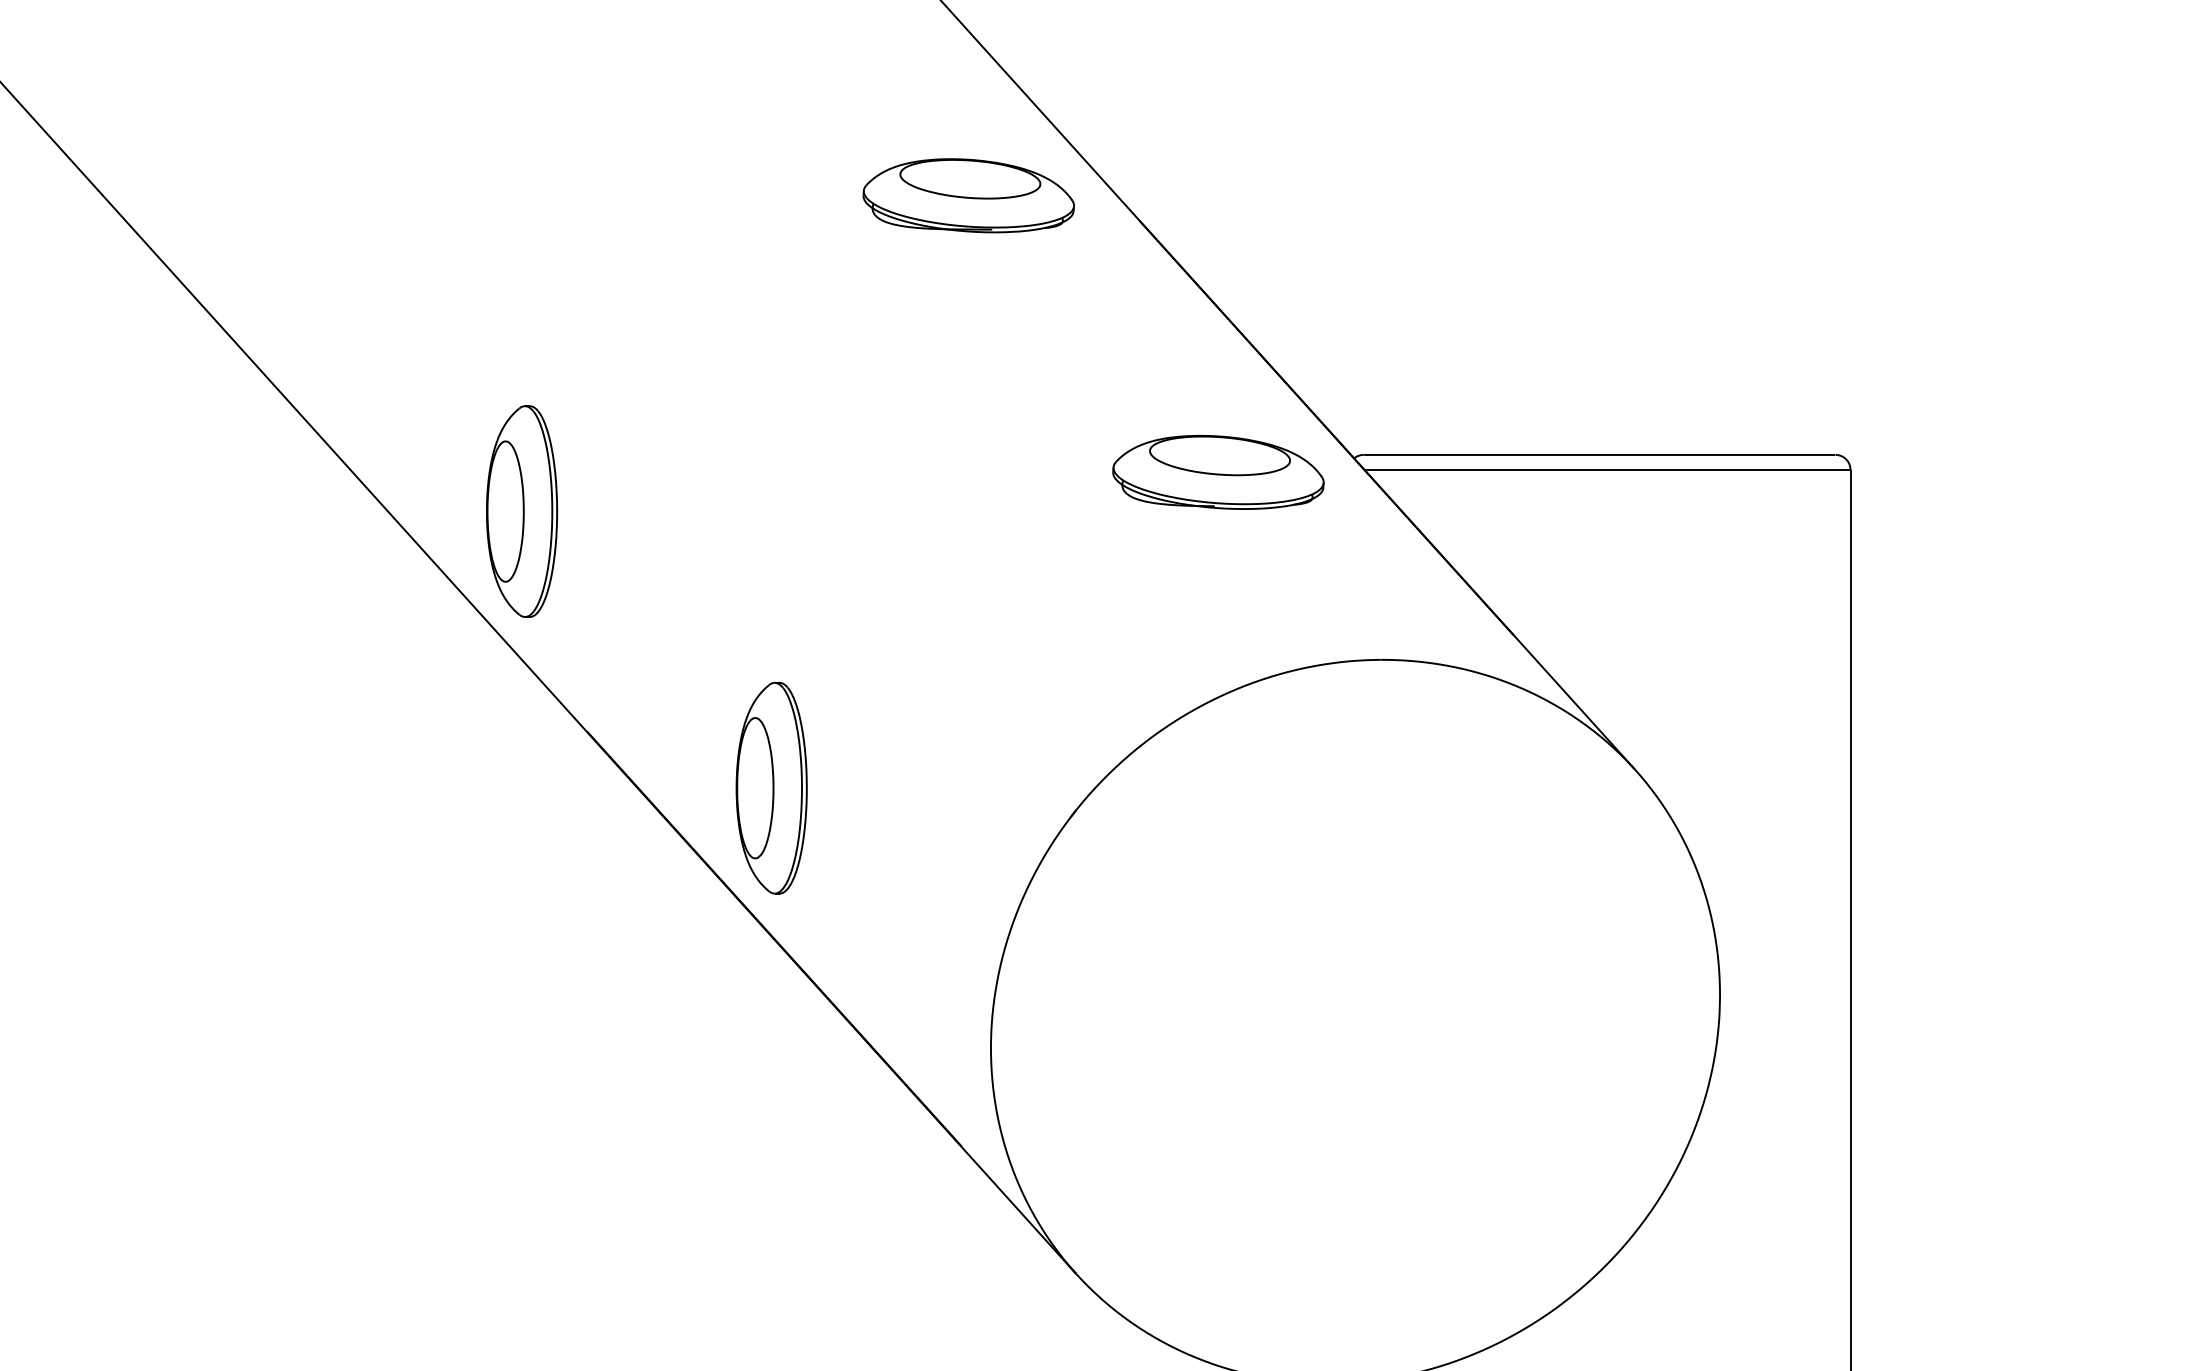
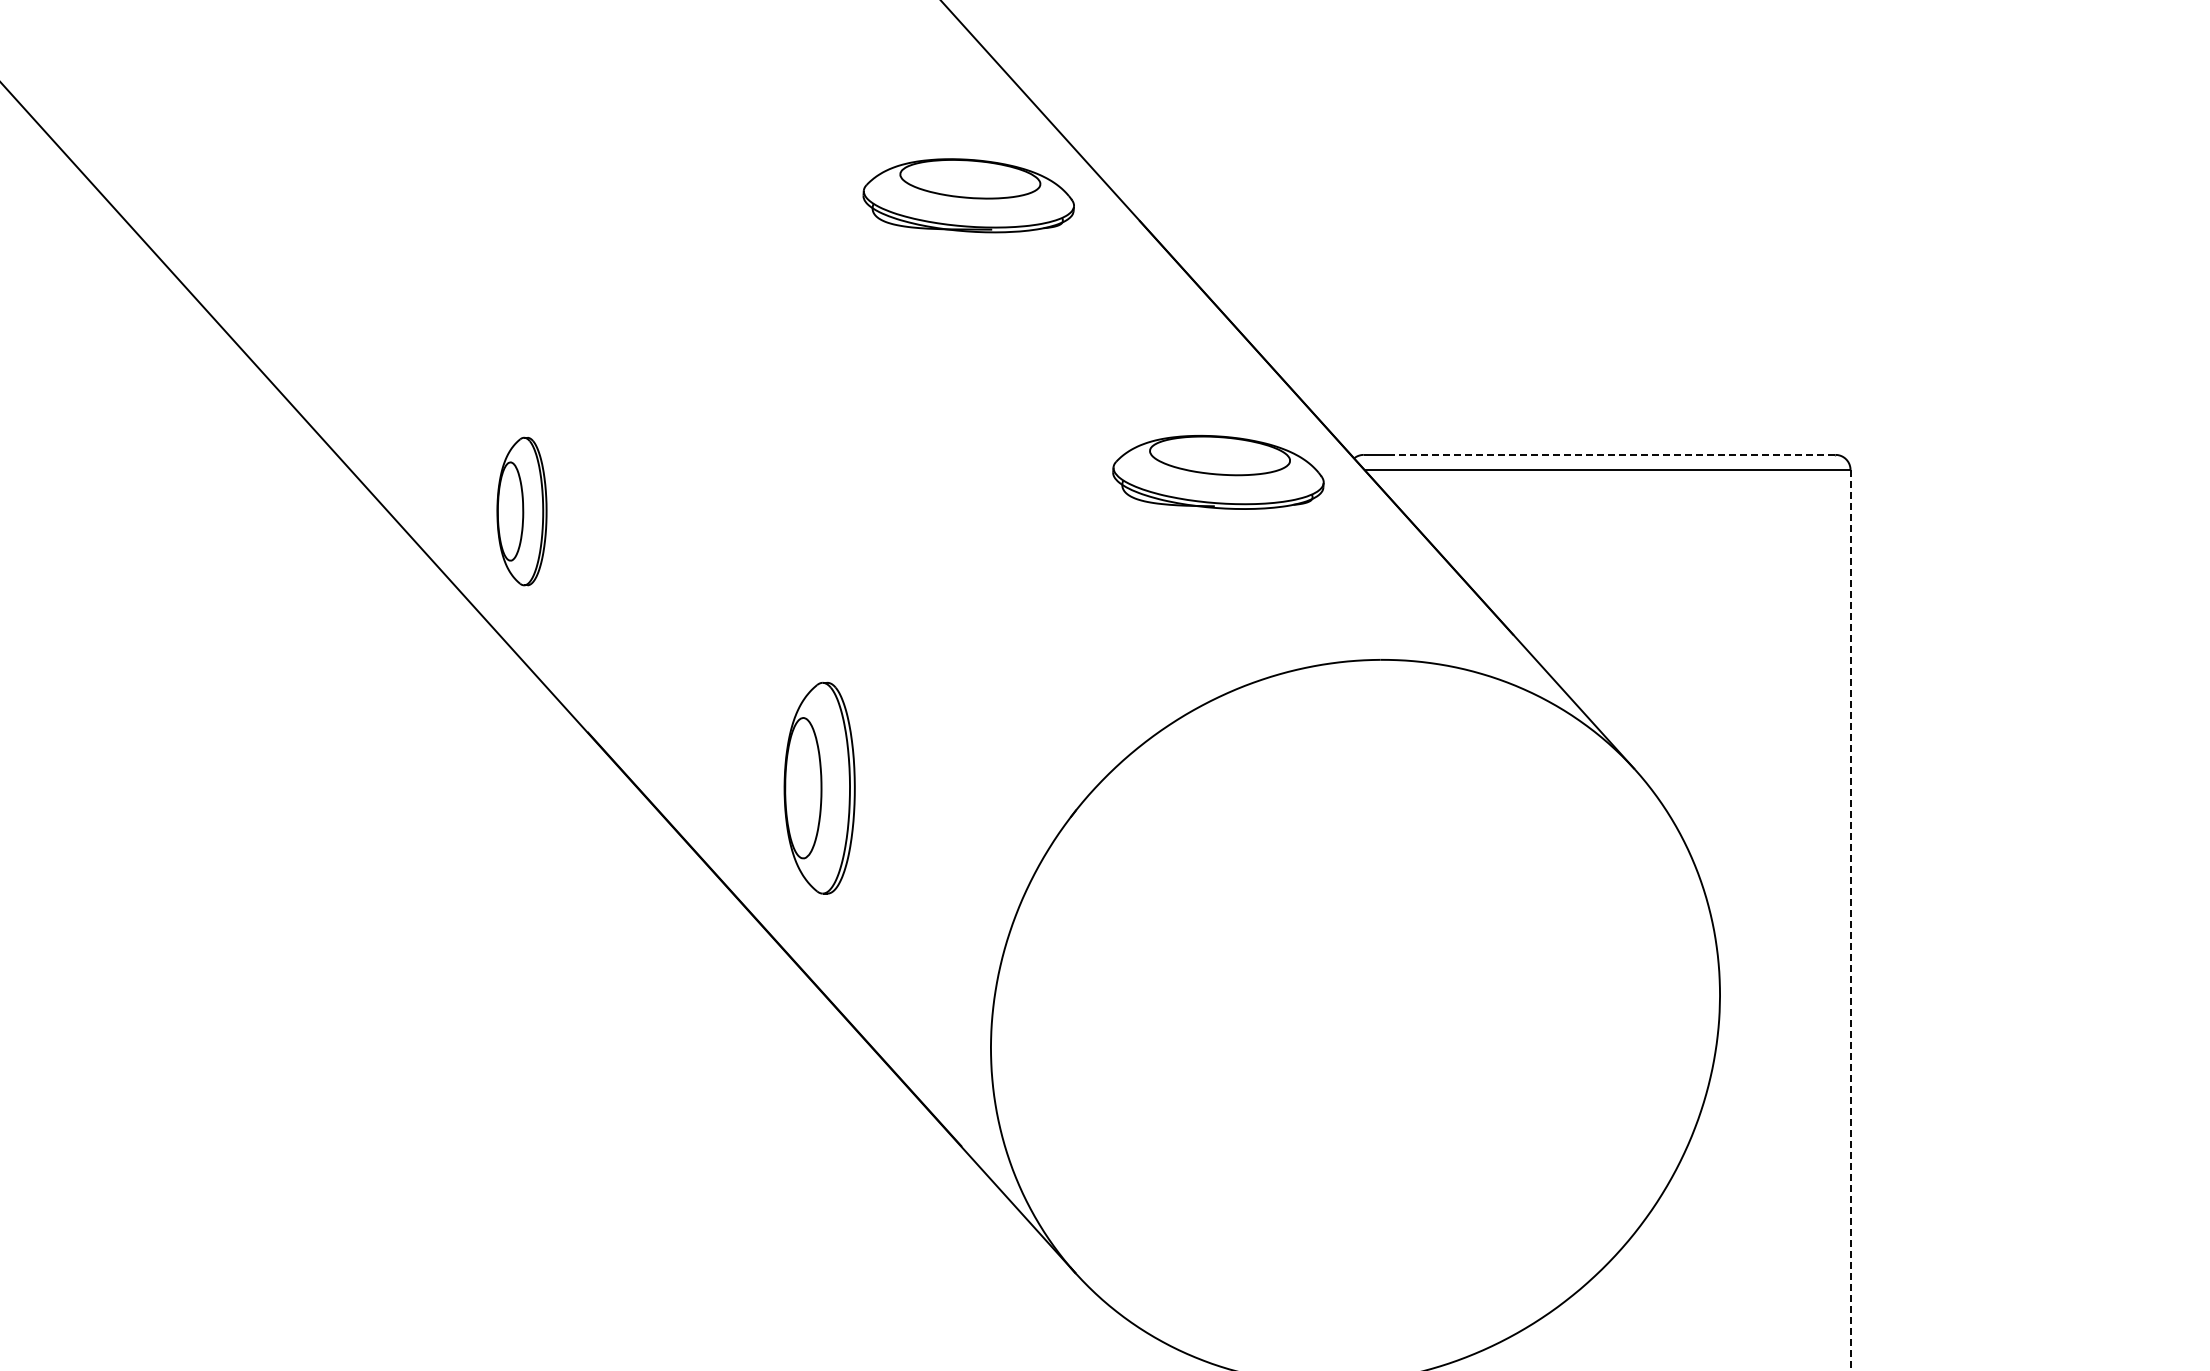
line at (1615, 454): solid -> dashed
part at (521, 511) size: 72x213 px -> 52x151 px
part at (771, 787) position: (771, 787) -> (819, 787)
line at (1850, 920): solid -> dashed
